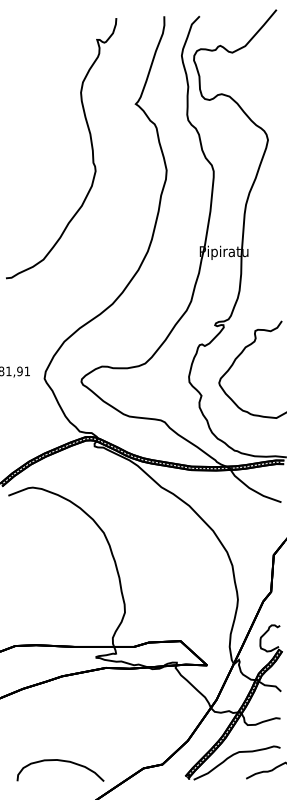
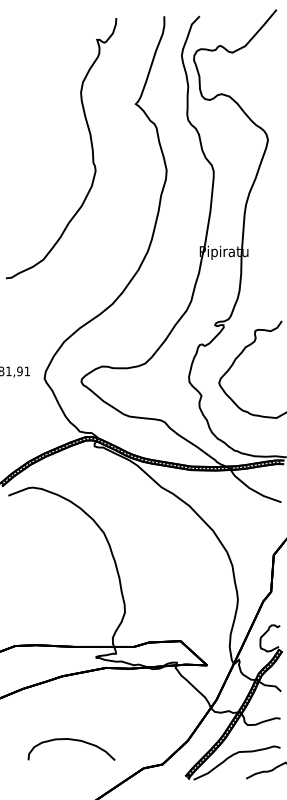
curve at (60, 761) position: (60, 761) -> (71, 740)
